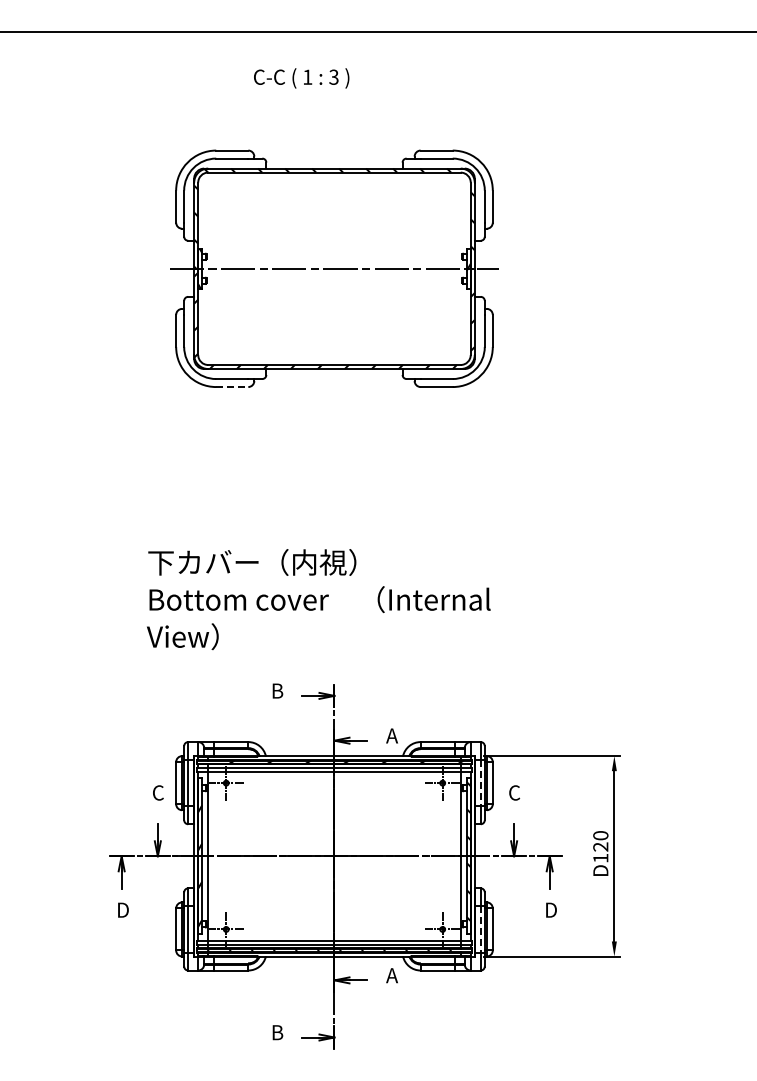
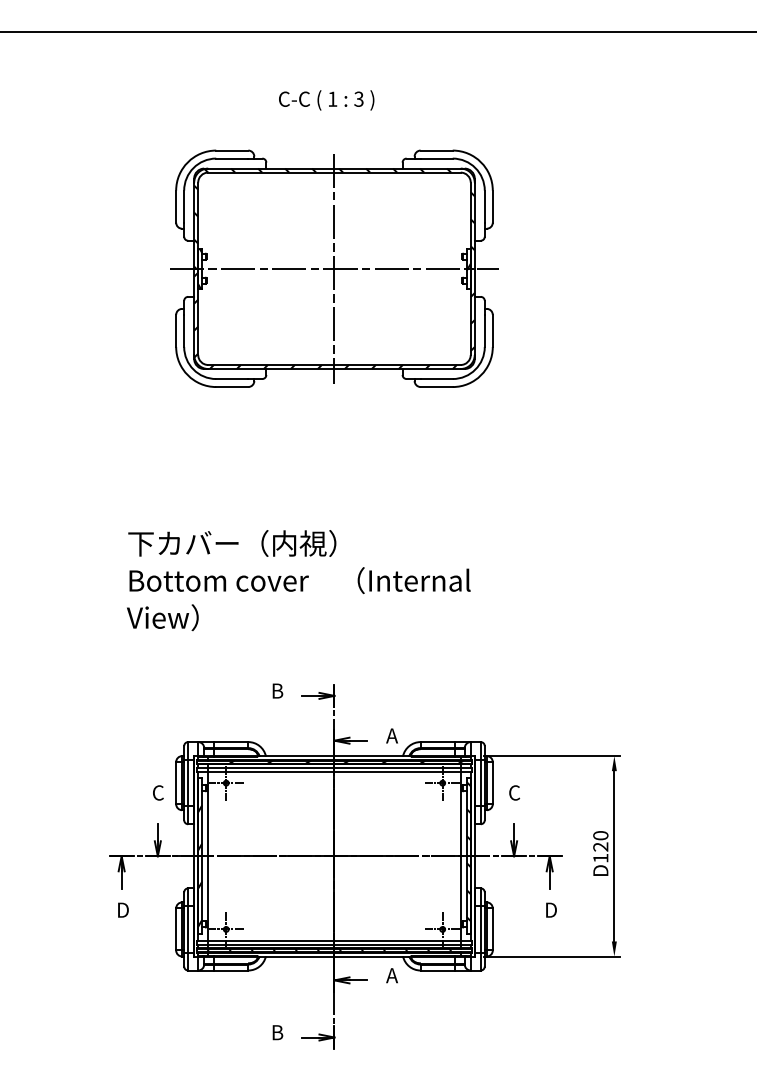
text at (301, 78) position: (301, 78) -> (326, 100)
line at (334, 268): none -> present
line at (232, 387): dashed -> solid
text at (318, 599) position: (318, 599) -> (298, 580)
line at (480, 783): dashed -> solid
line at (480, 929): dashed -> solid
